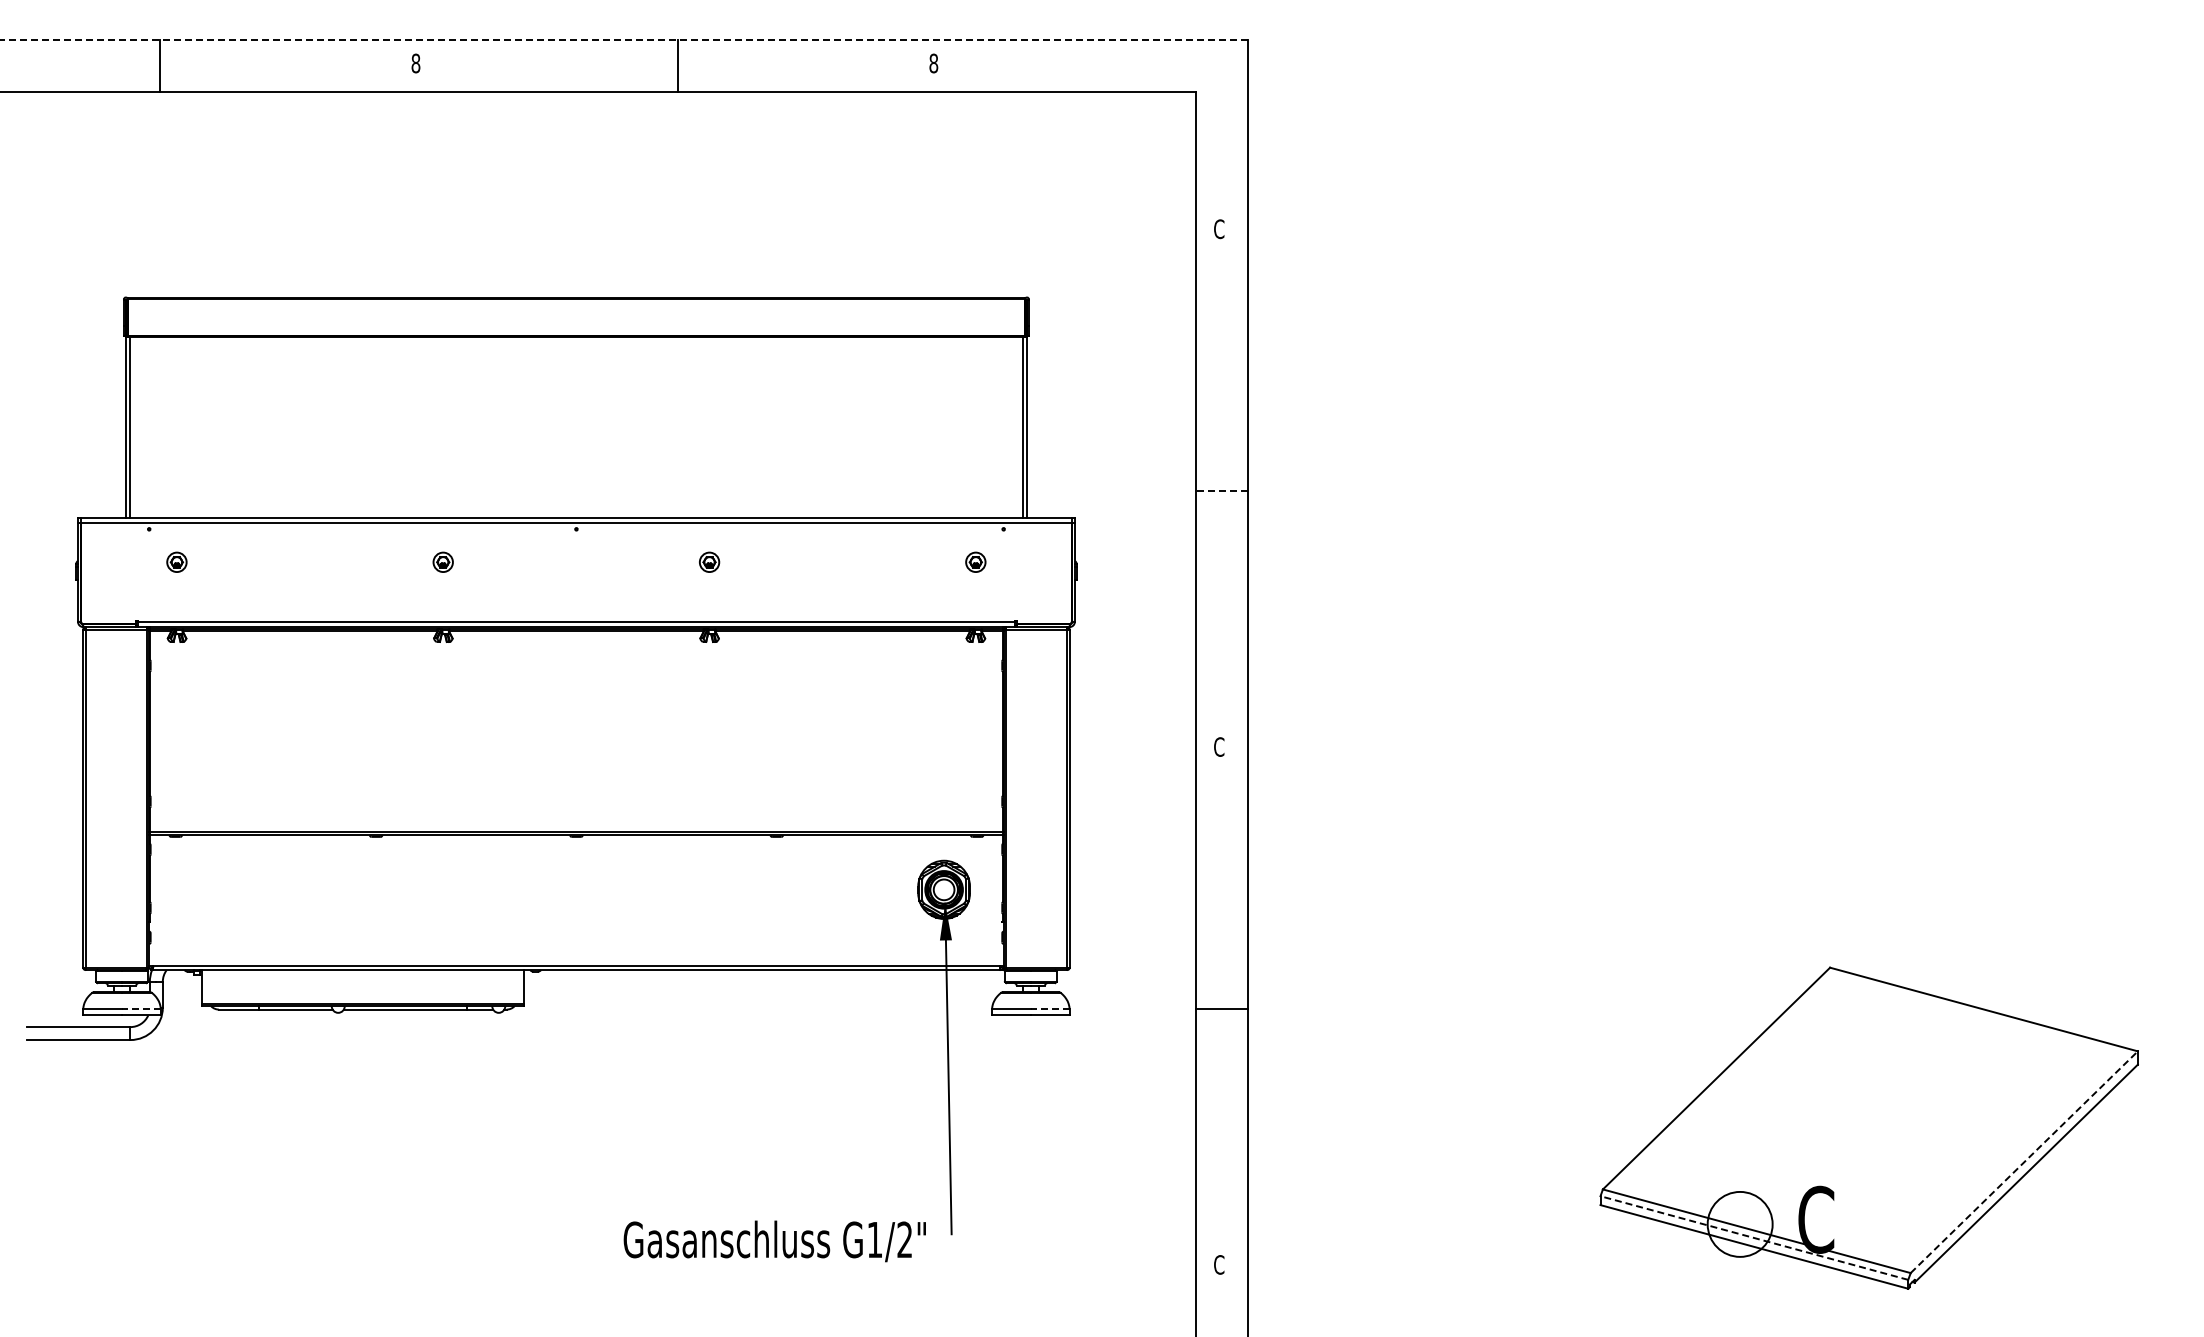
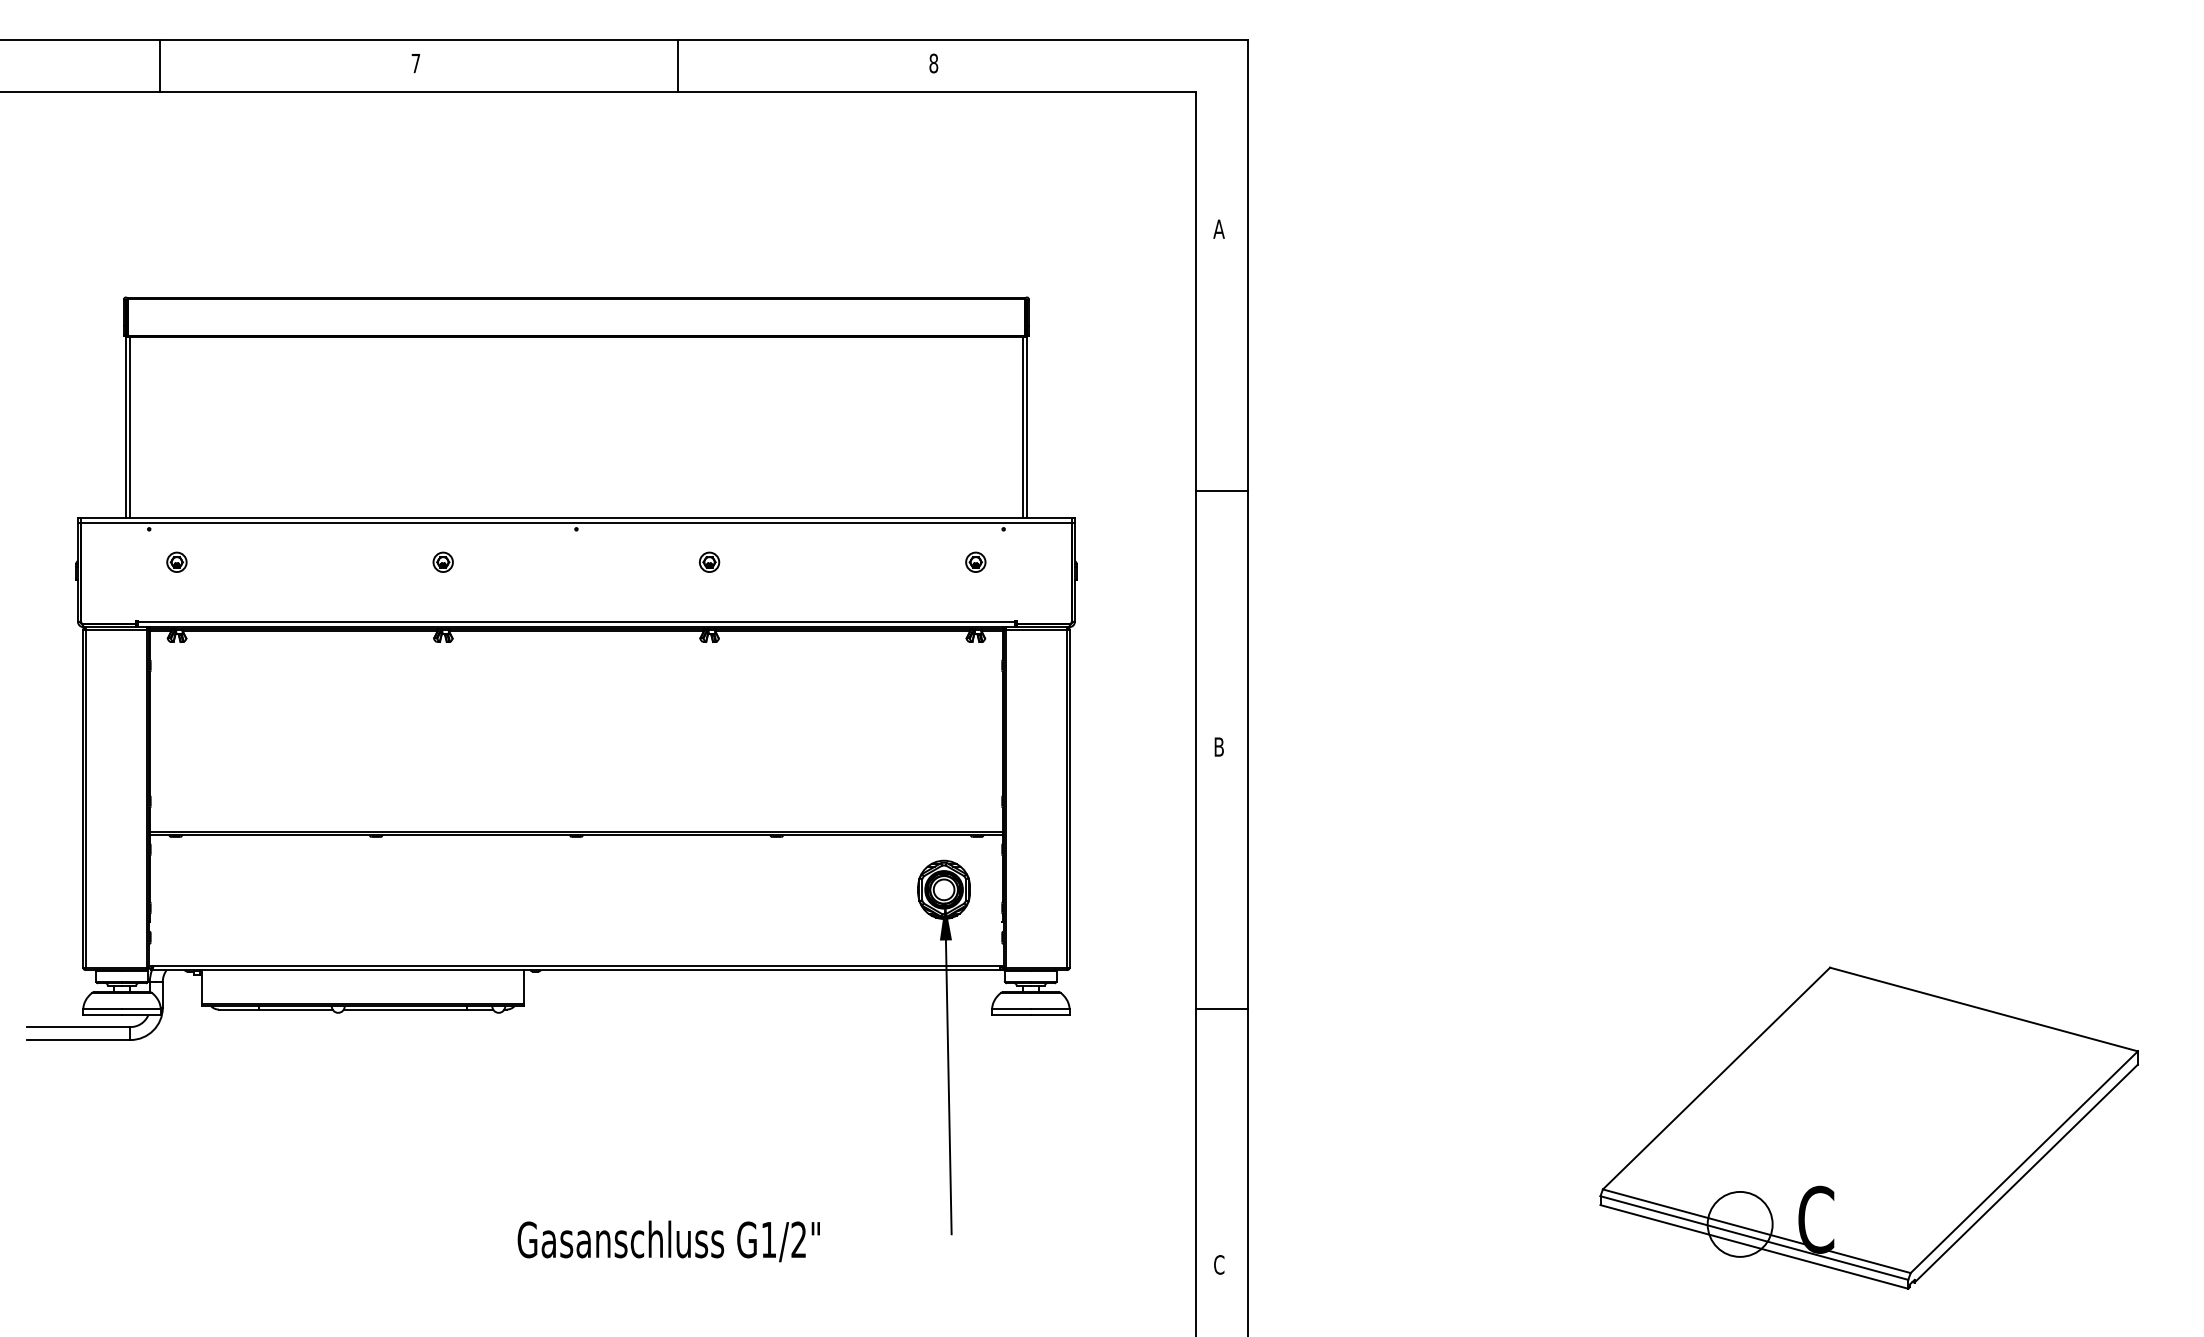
line at (623, 40): dashed -> solid
text at (415, 63): 8 -> 7
text at (1218, 229): C -> A
line at (1221, 490): dashed -> solid
text at (1219, 746): C -> B
line at (140, 1008): dashed -> solid
line at (1049, 1008): dashed -> solid
line at (2024, 1162): dashed -> solid
line at (1753, 1237): dashed -> solid
text at (774, 1241) position: (774, 1241) -> (668, 1241)
